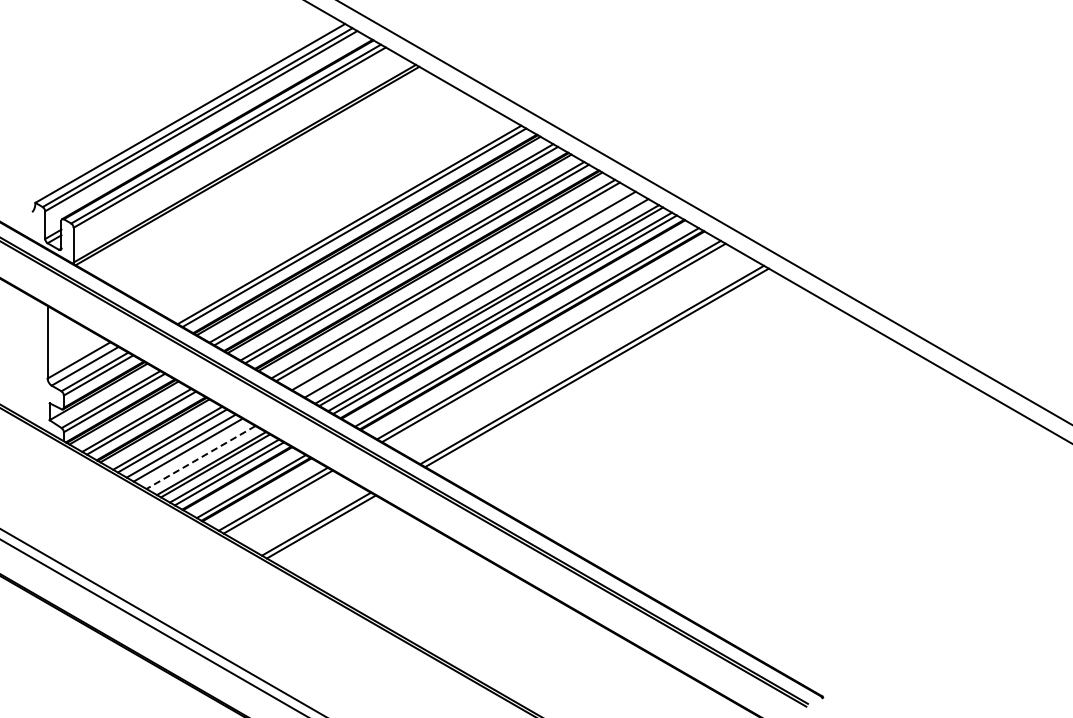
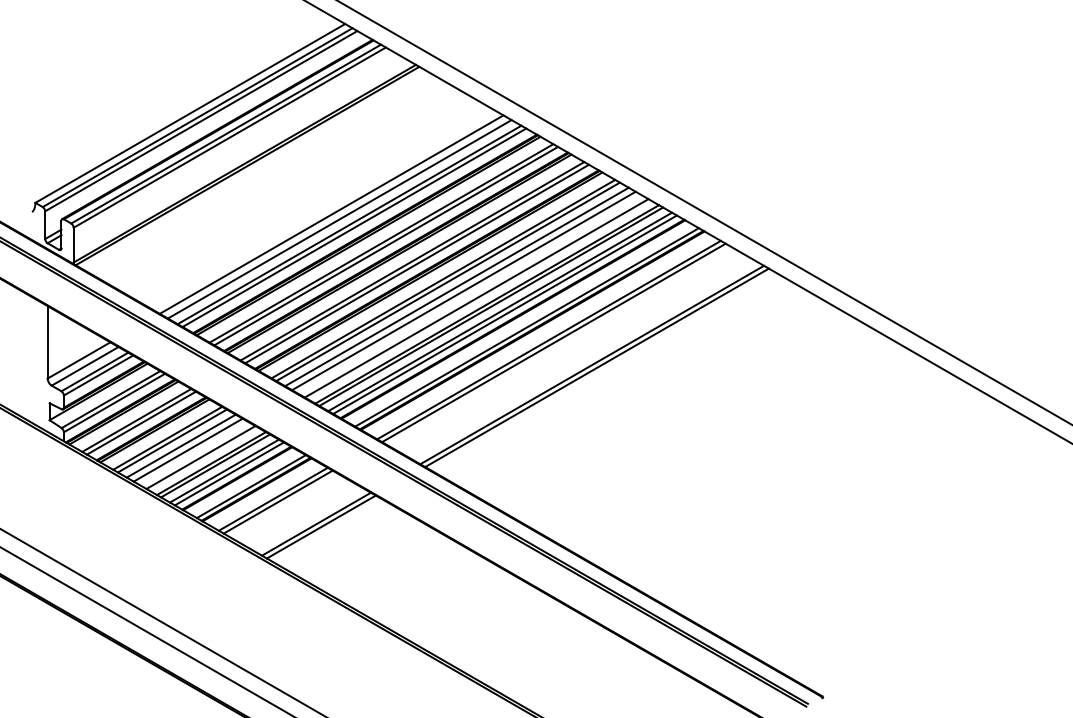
line at (331, 214): none -> present
line at (339, 219): none -> present
line at (456, 286): none -> present
line at (200, 457): dashed -> solid
line at (152, 627) position: (152, 627) -> (146, 631)
